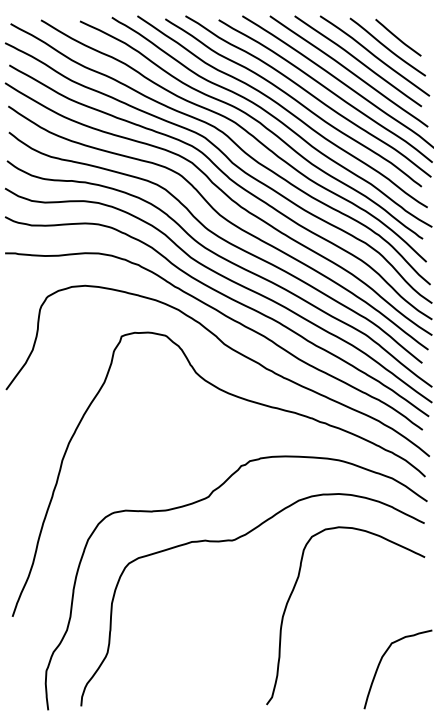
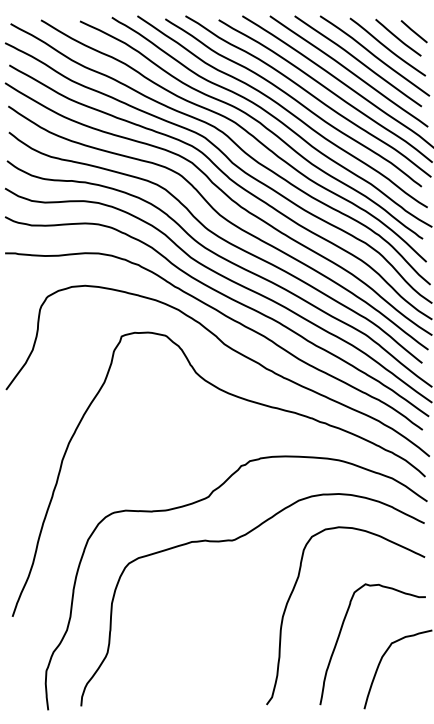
line at (413, 31): none -> present
curve at (340, 634): none -> present
